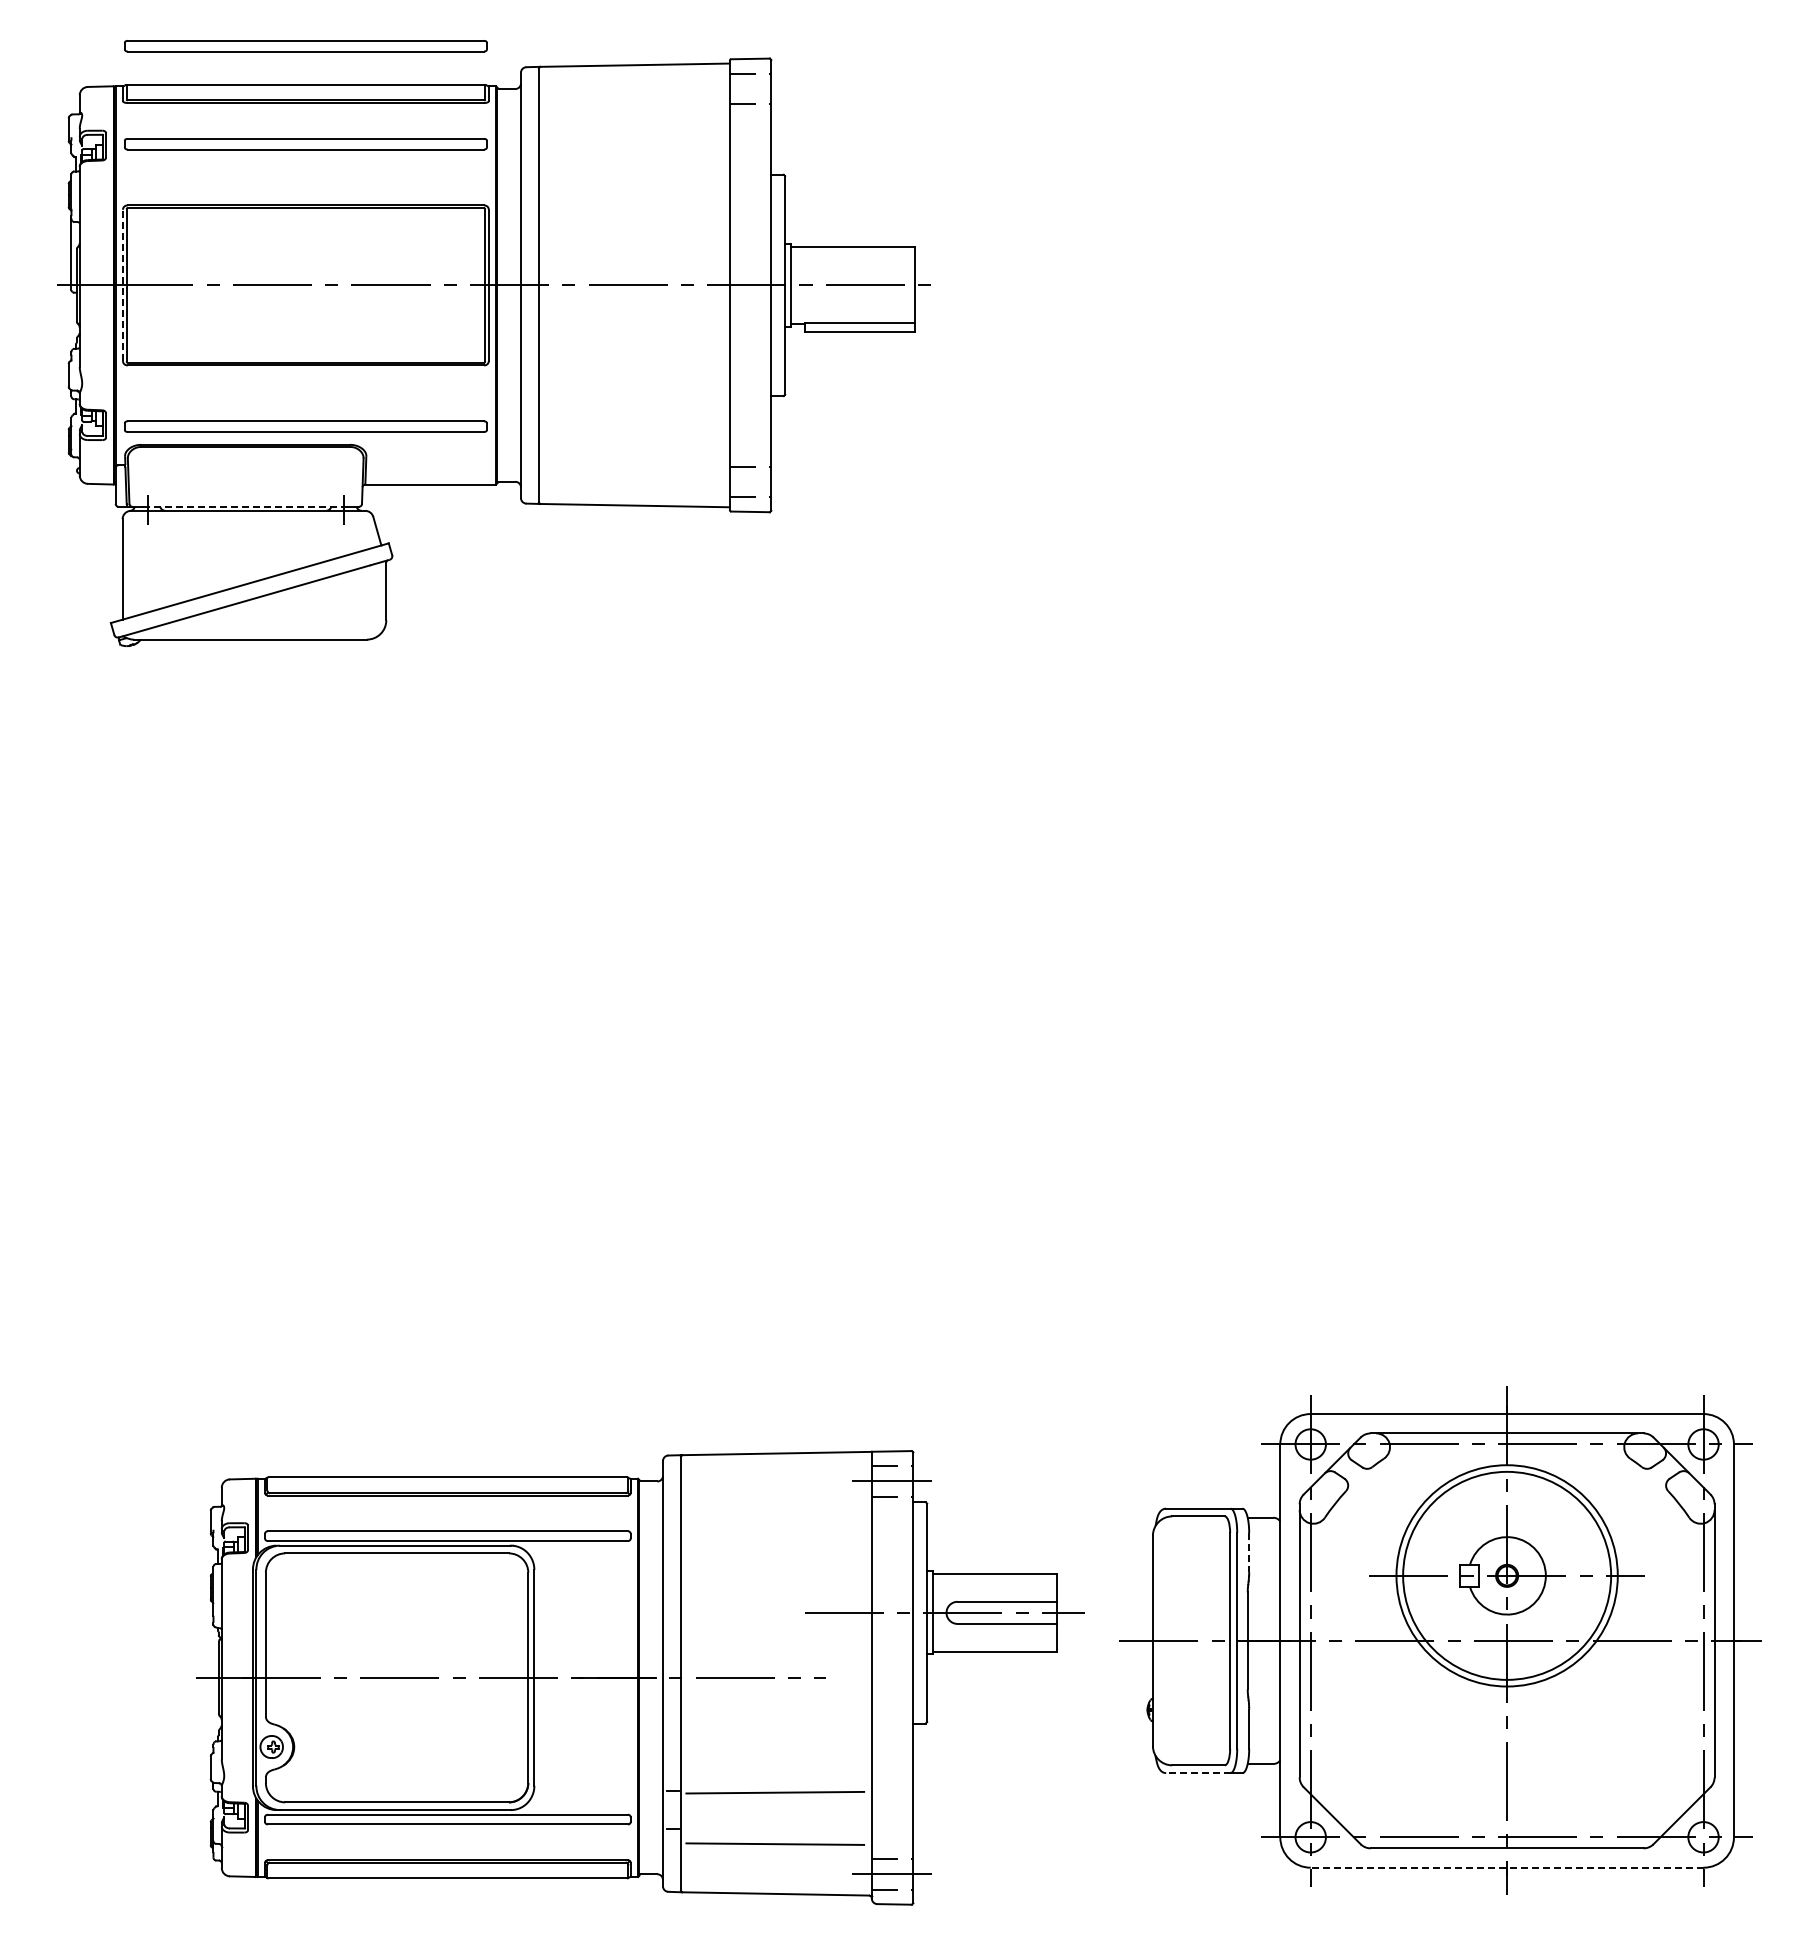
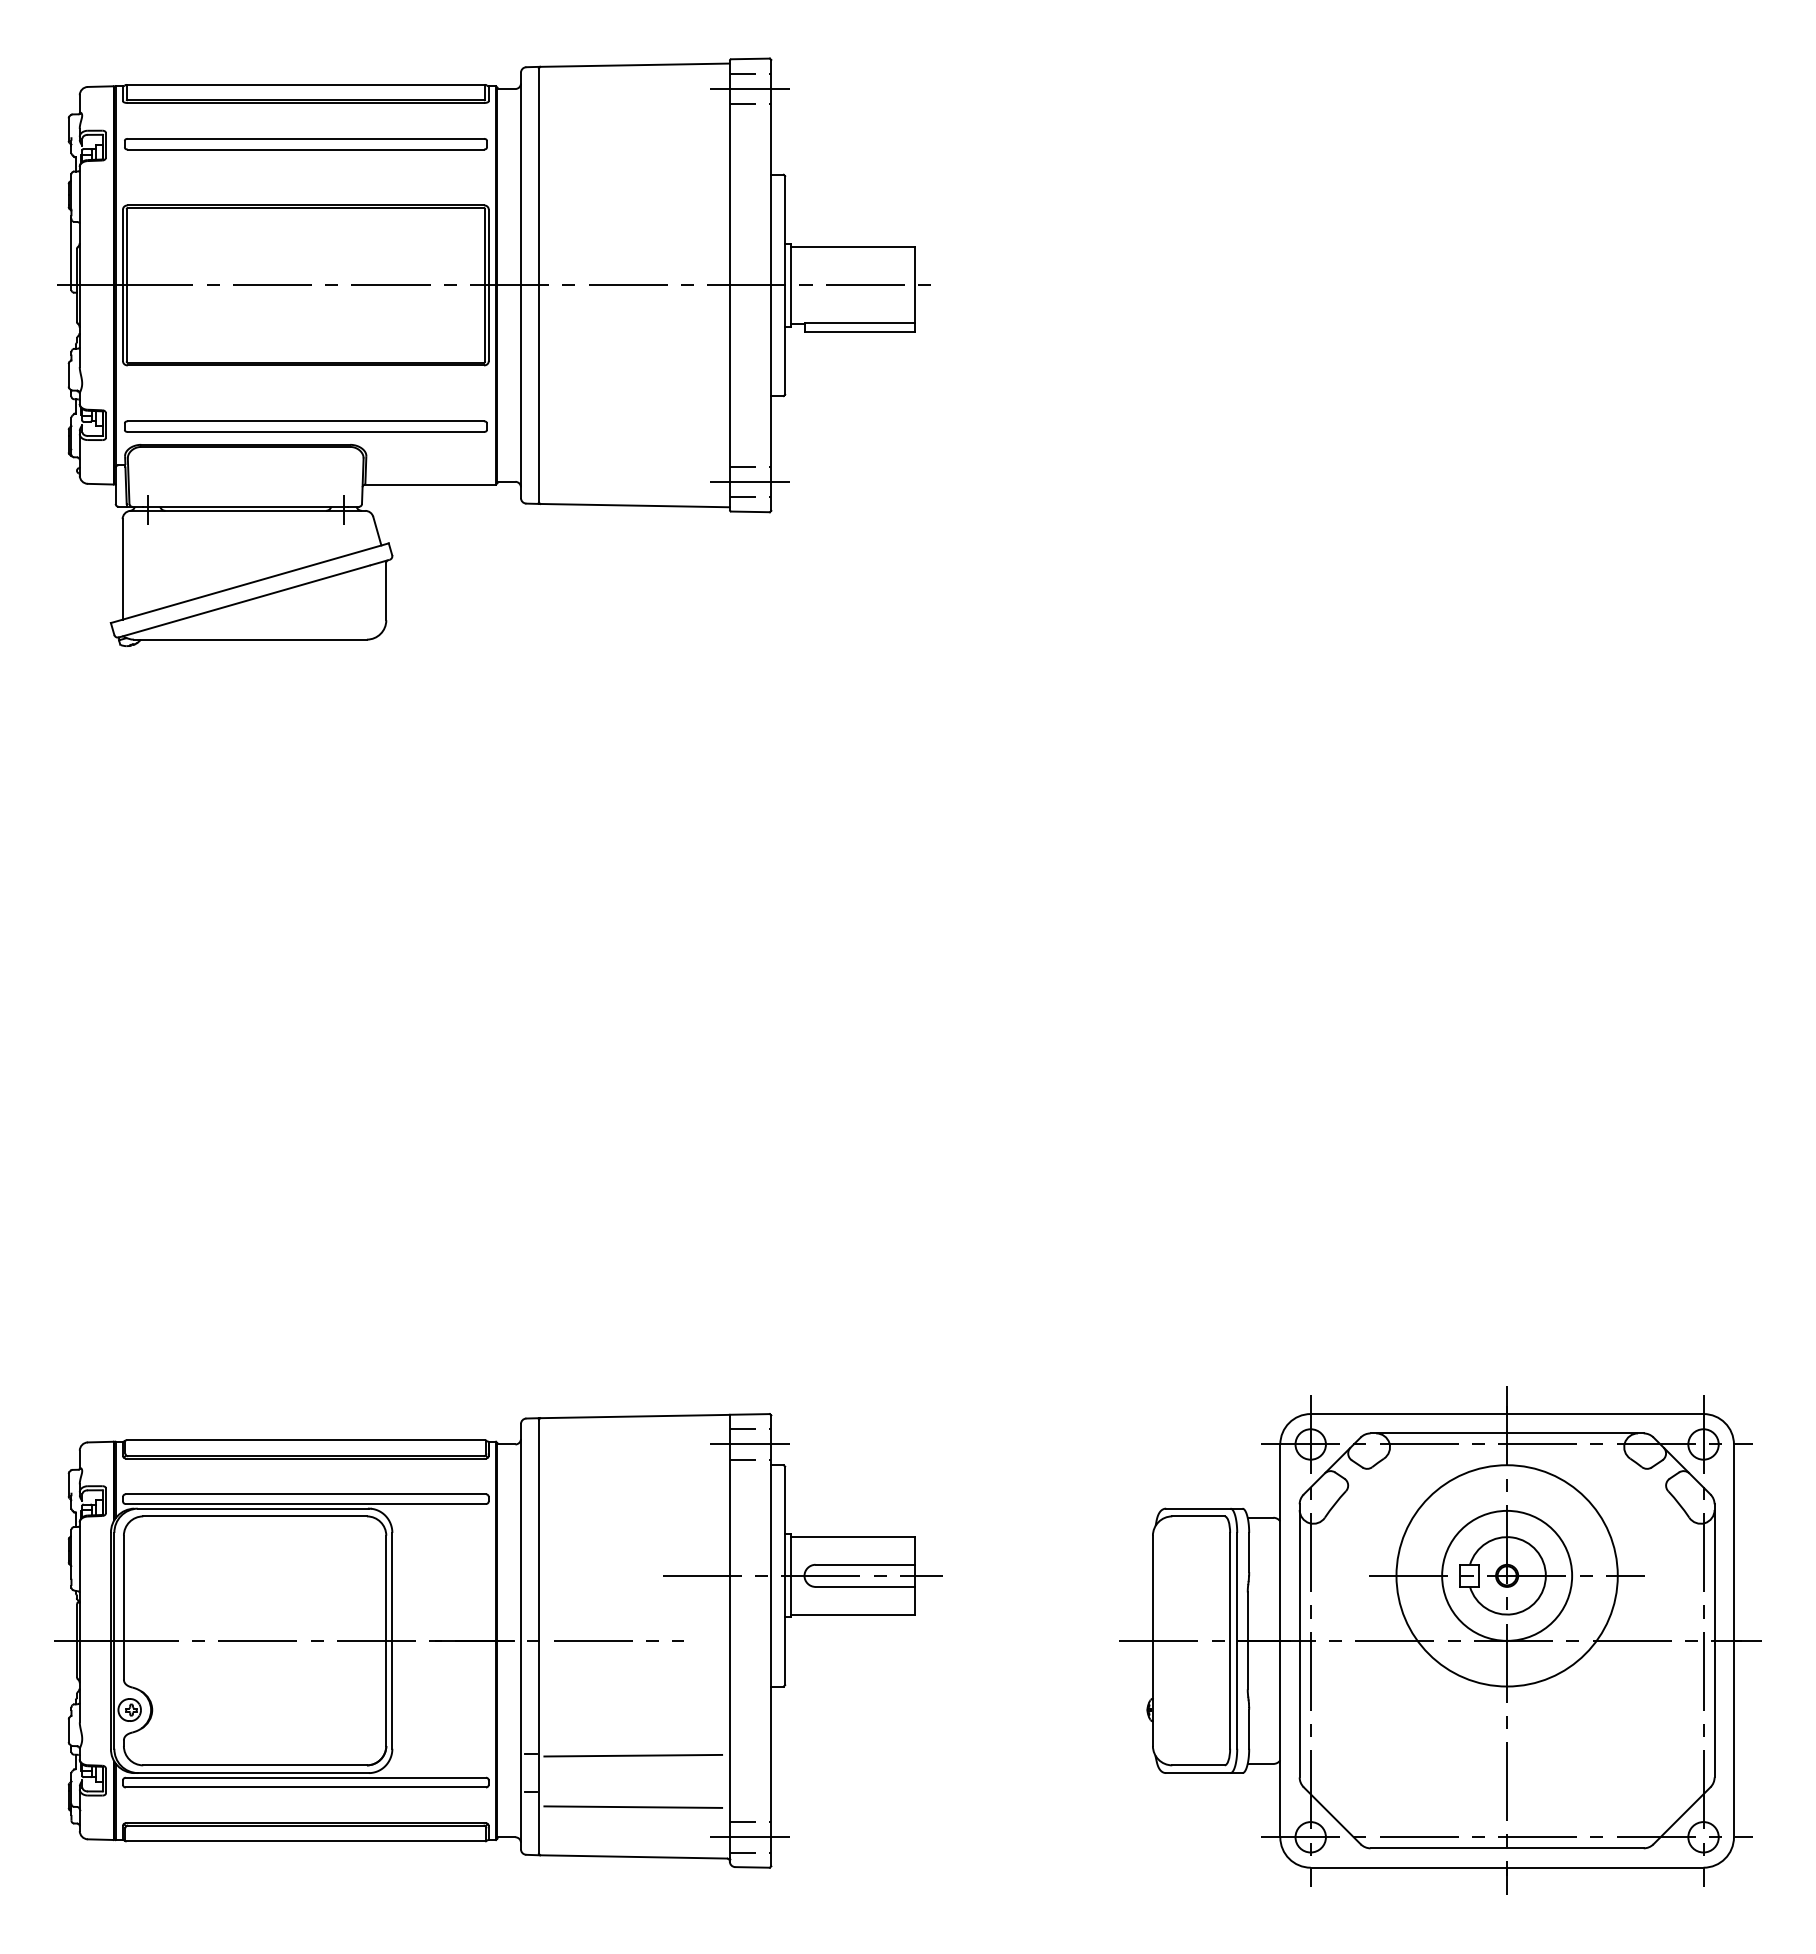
part at (305, 46): present -> none
line at (750, 89): none -> present
line at (122, 285): dashed -> solid
line at (750, 481): none -> present
line at (245, 506): dashed -> solid
line at (1249, 1552): dashed -> solid
circle at (1507, 1575) diameter: 208 px -> 130 px
part at (640, 1677) position: (640, 1677) -> (498, 1640)
line at (1197, 1773): dashed -> solid
line at (1506, 1867): dashed -> solid
